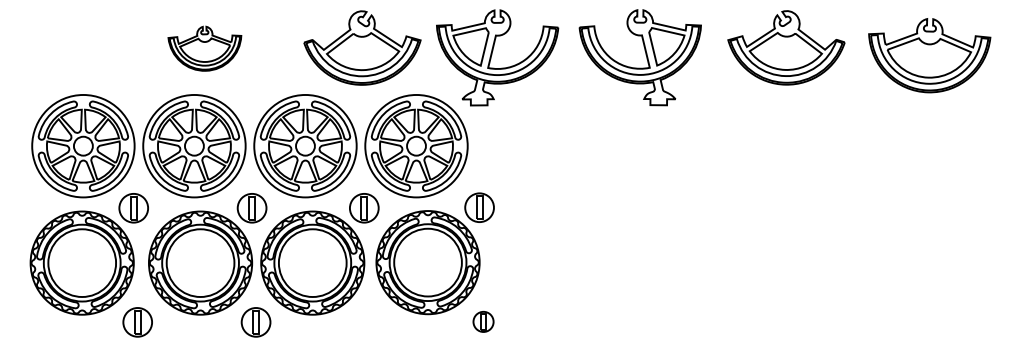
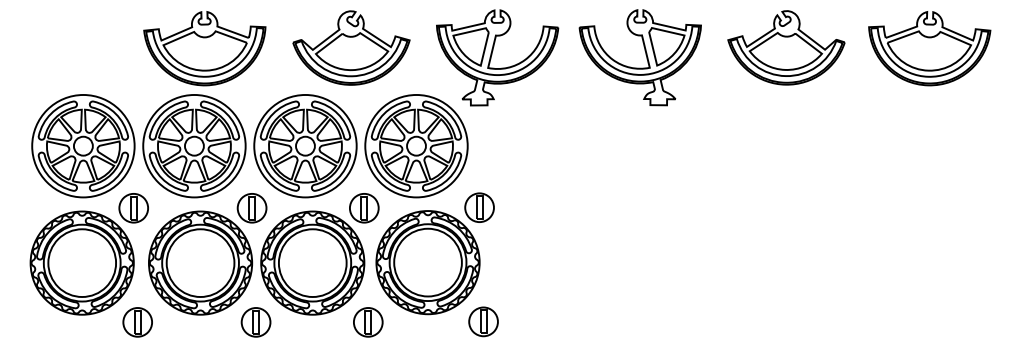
part at (362, 47) position: (362, 47) -> (351, 47)
part at (204, 48) size: 76x47 px -> 124x76 px
part at (929, 55) position: (929, 55) -> (929, 48)
part at (483, 321) size: 23x22 px -> 31x32 px
part at (368, 322): none -> present
